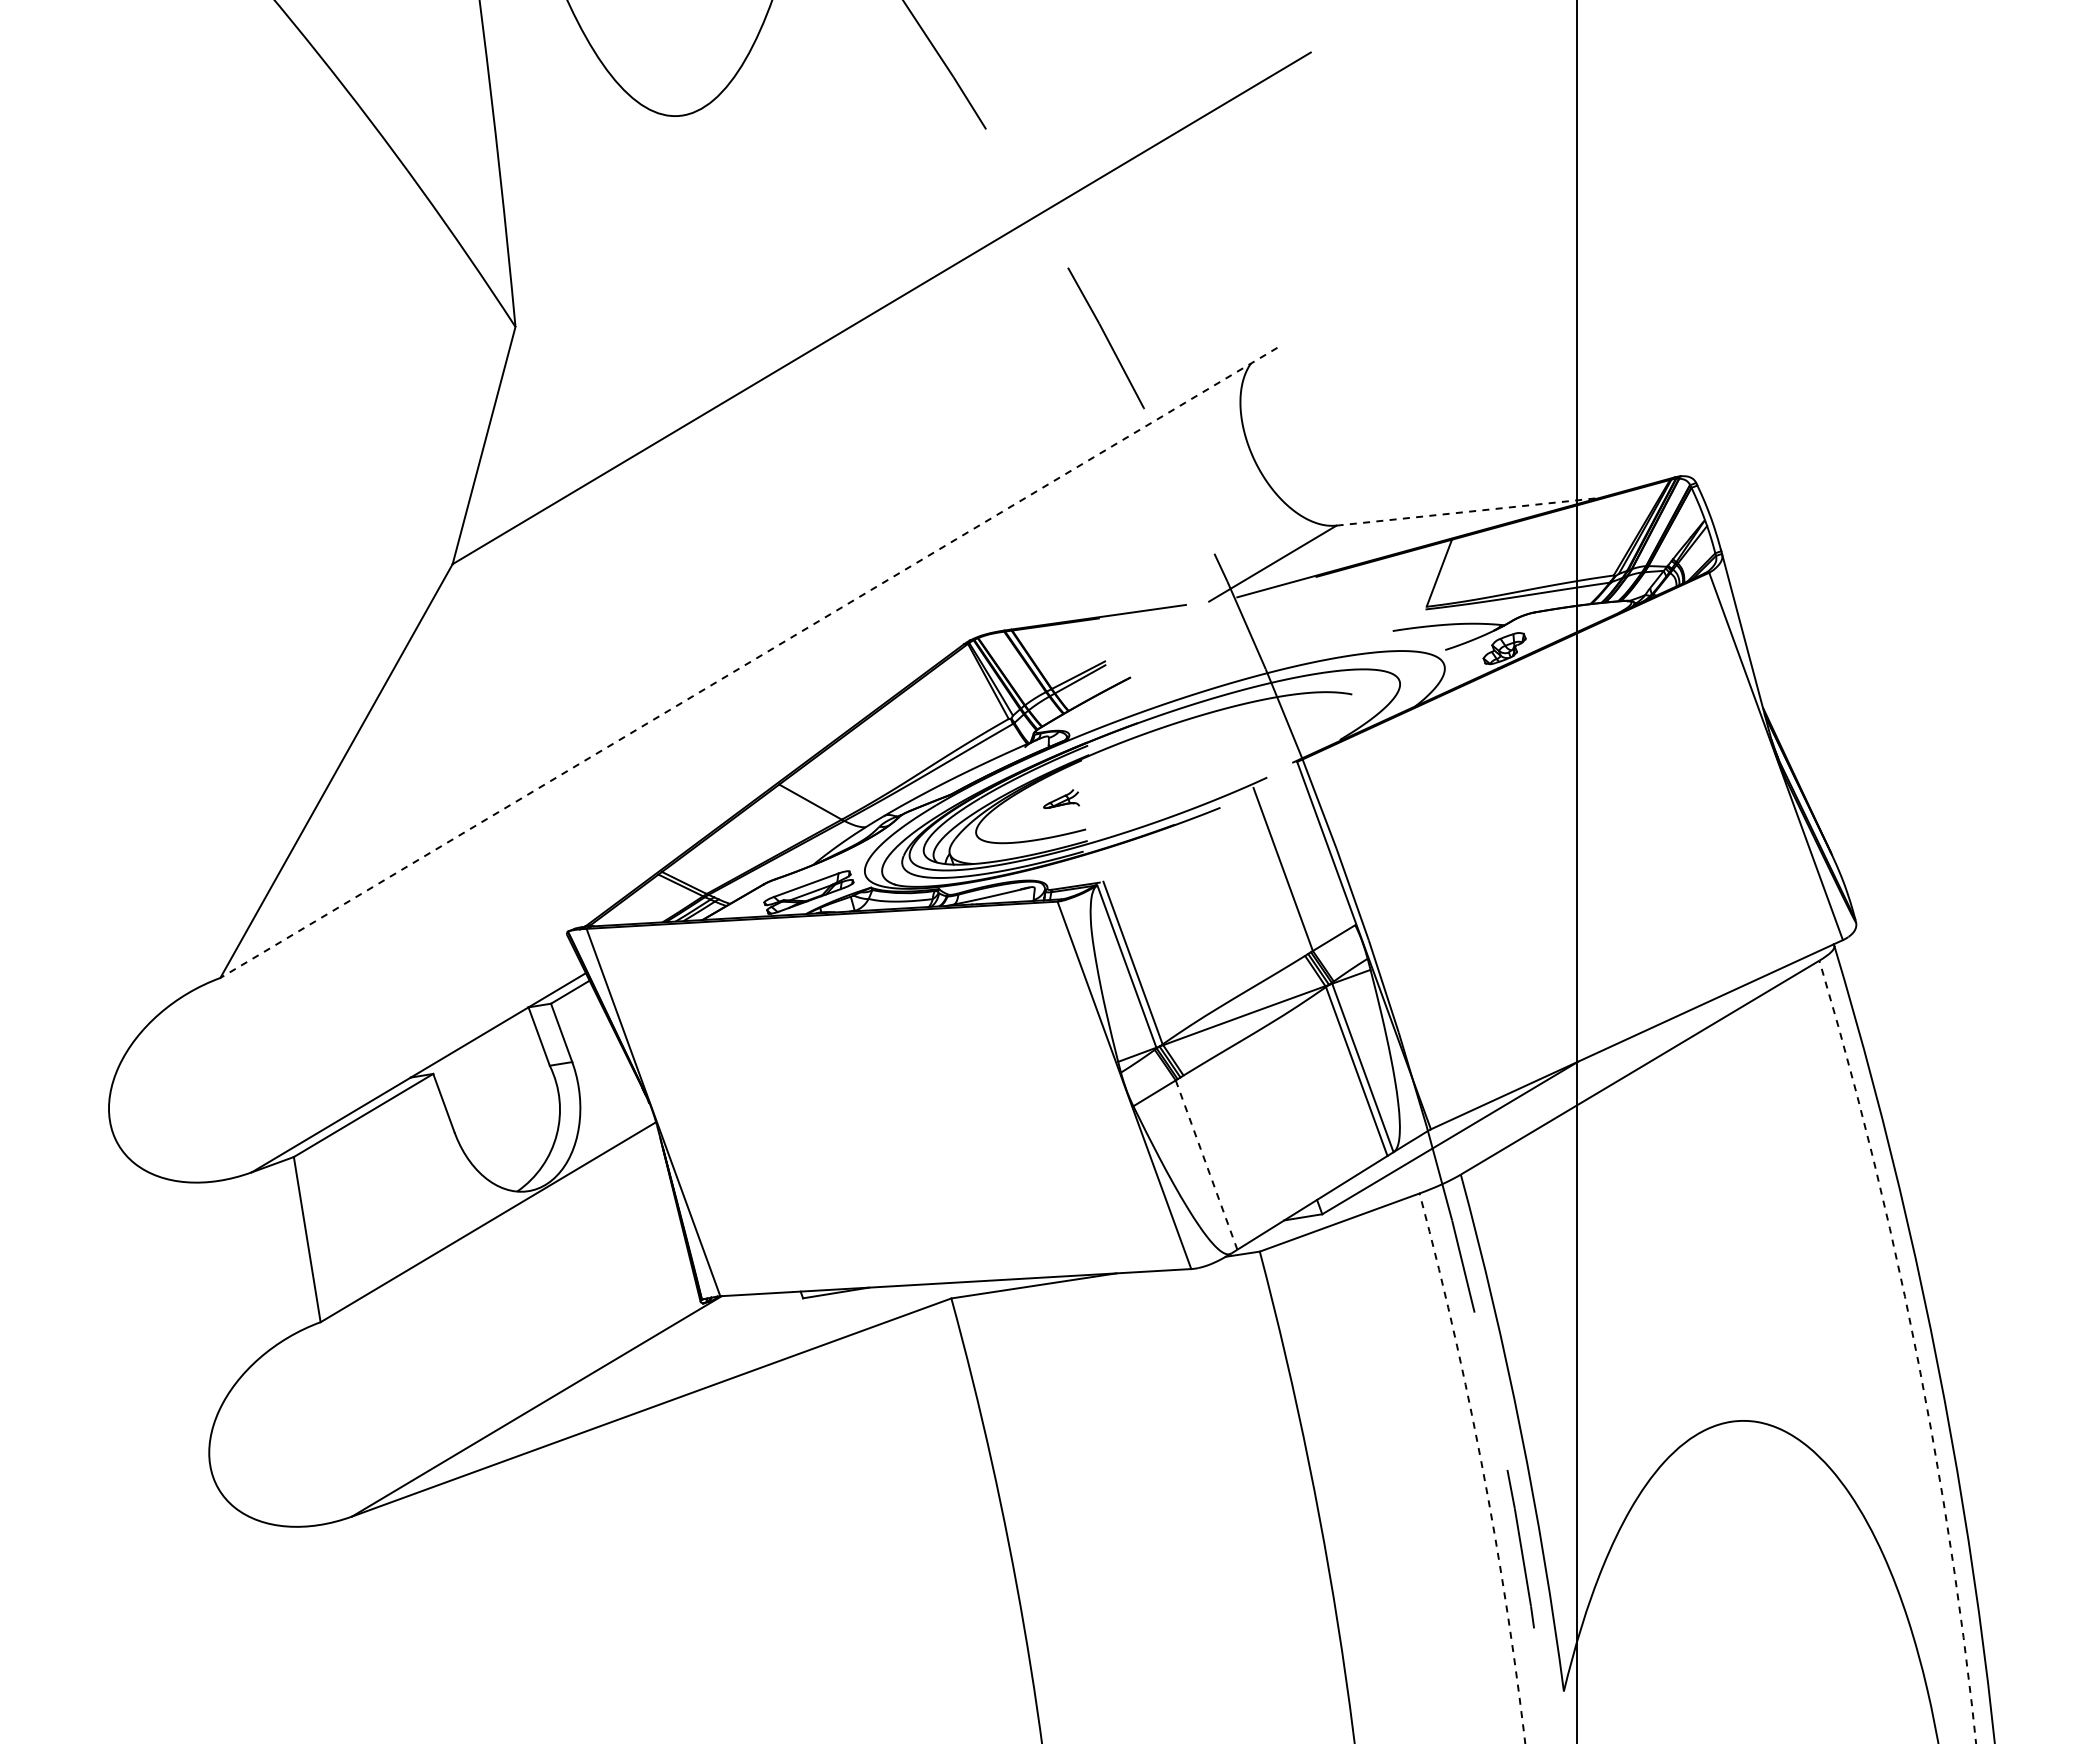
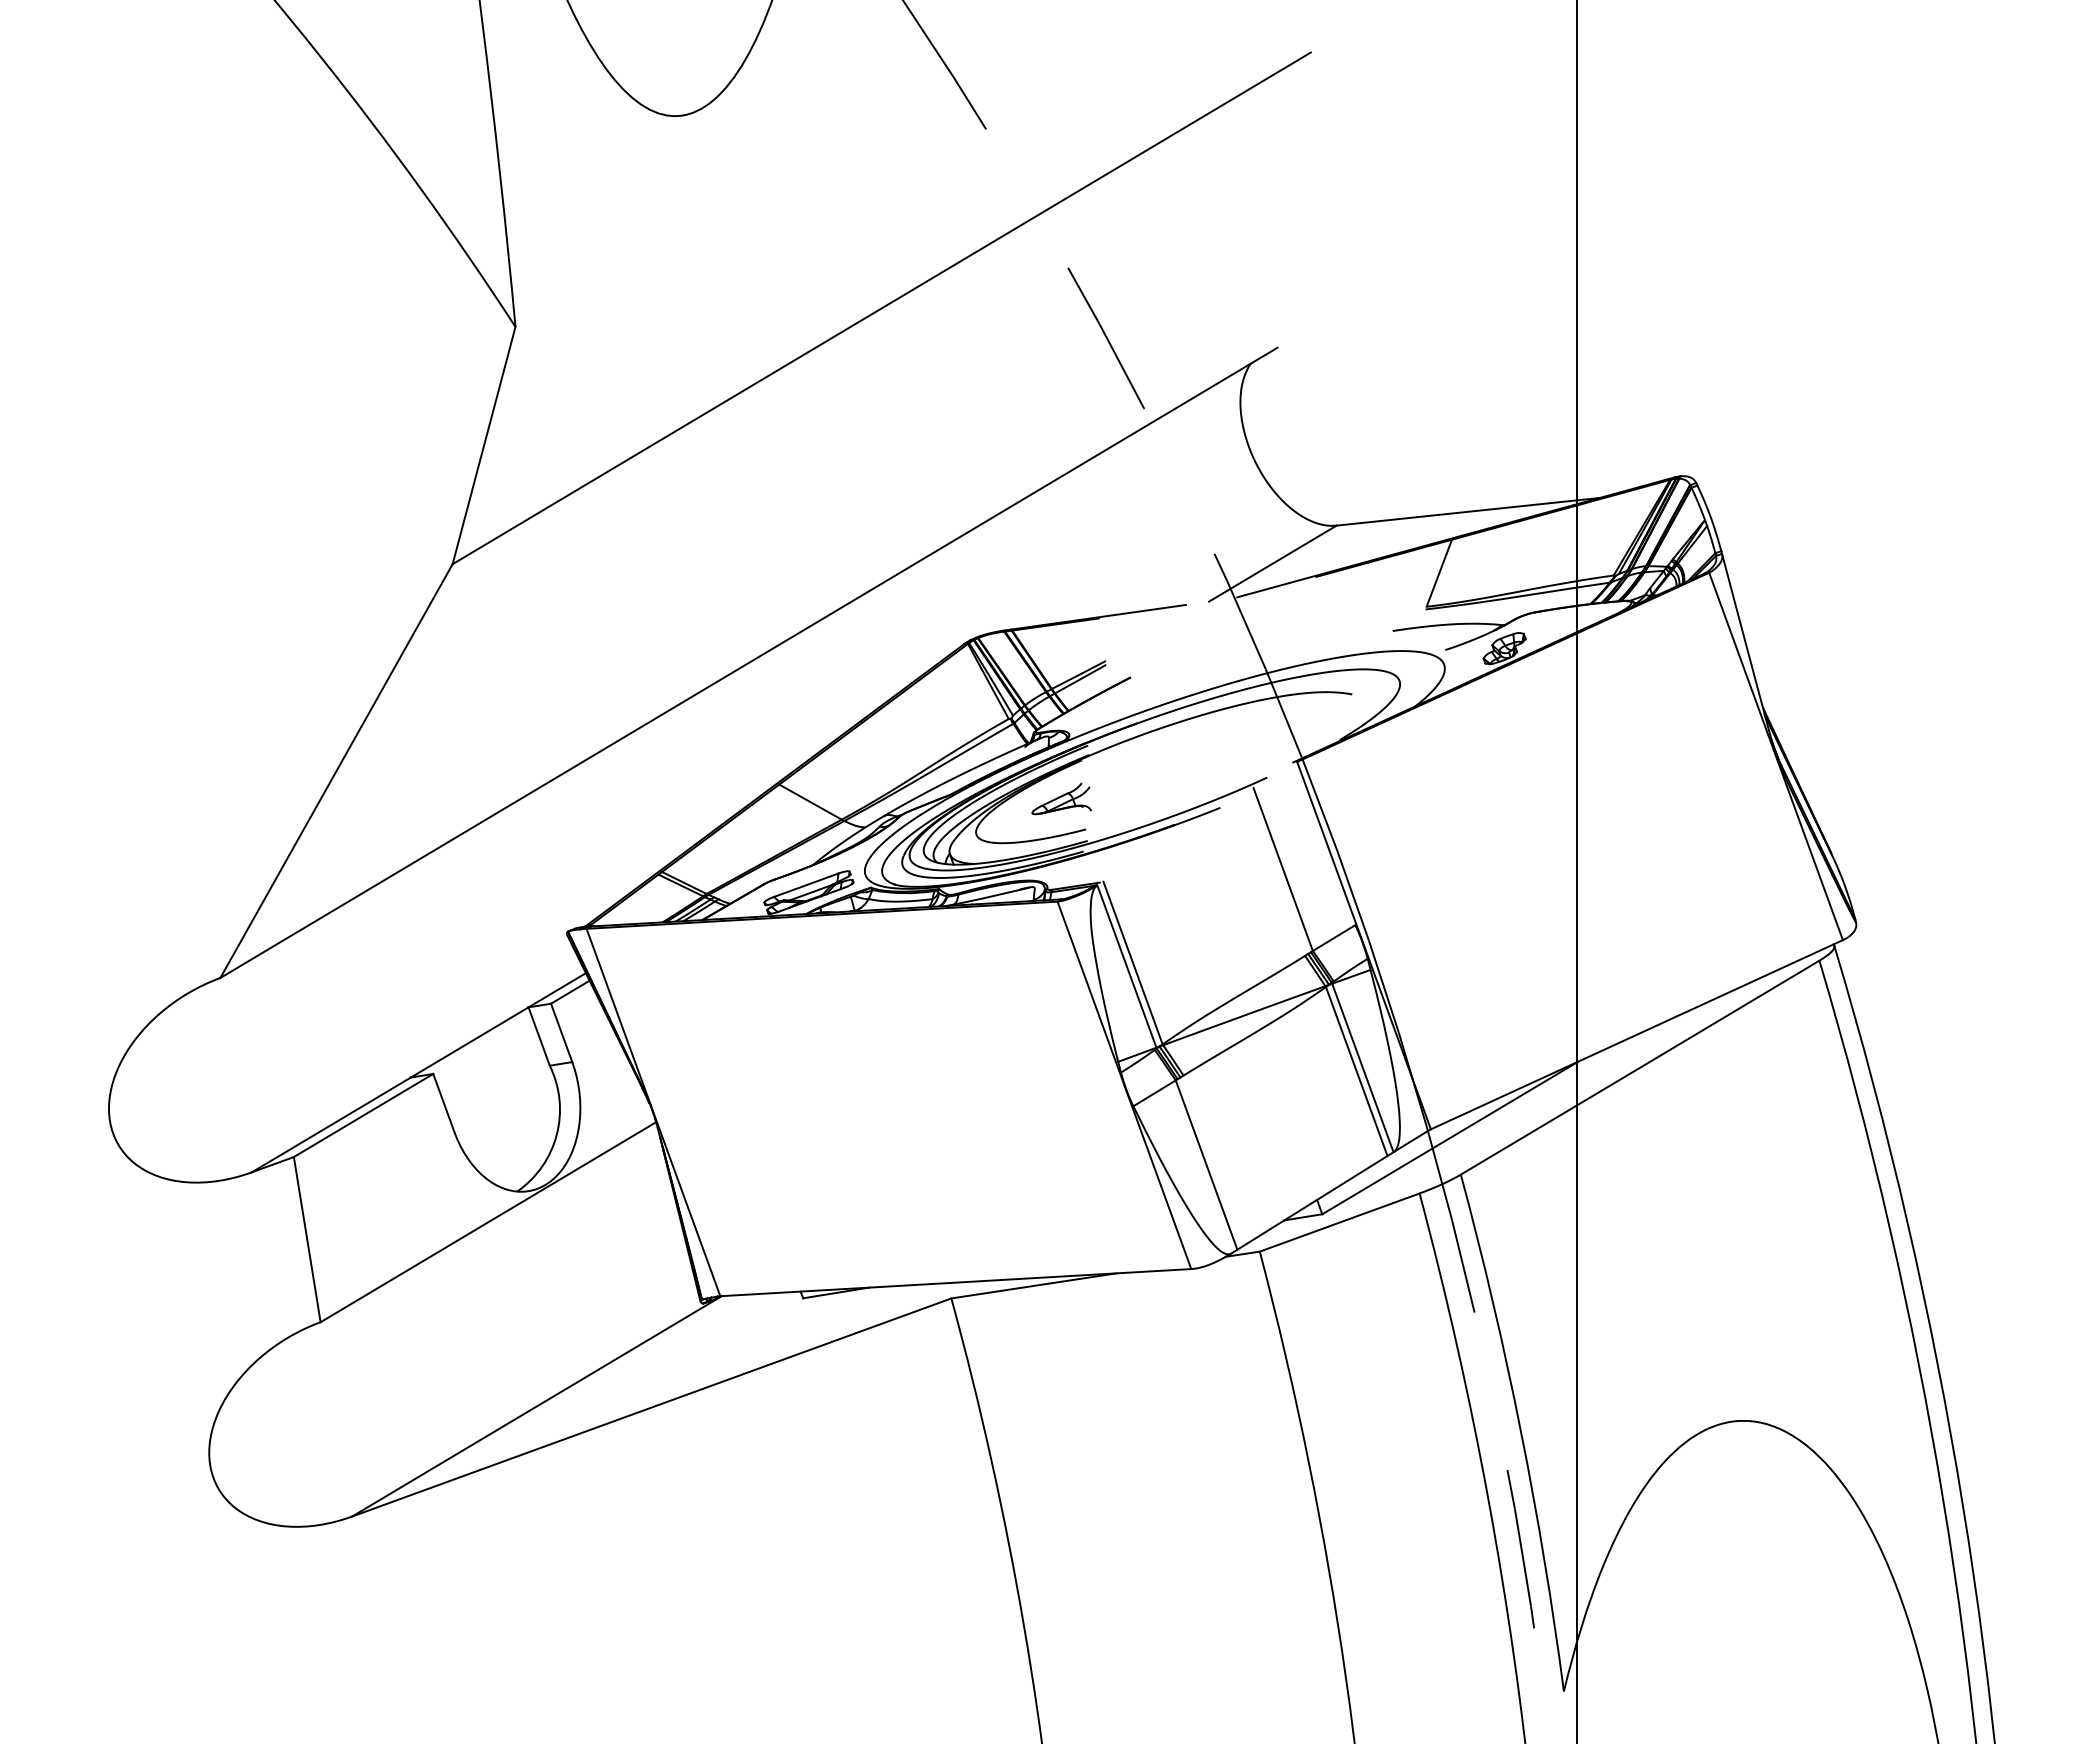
line at (1468, 511): dashed -> solid
line at (748, 663): dashed -> solid
part at (1061, 798) size: 37x20 px -> 61x34 px
line at (1206, 1165): dashed -> solid
arc at (1915, 1348): dashed -> solid
arc at (1482, 1466): dashed -> solid
